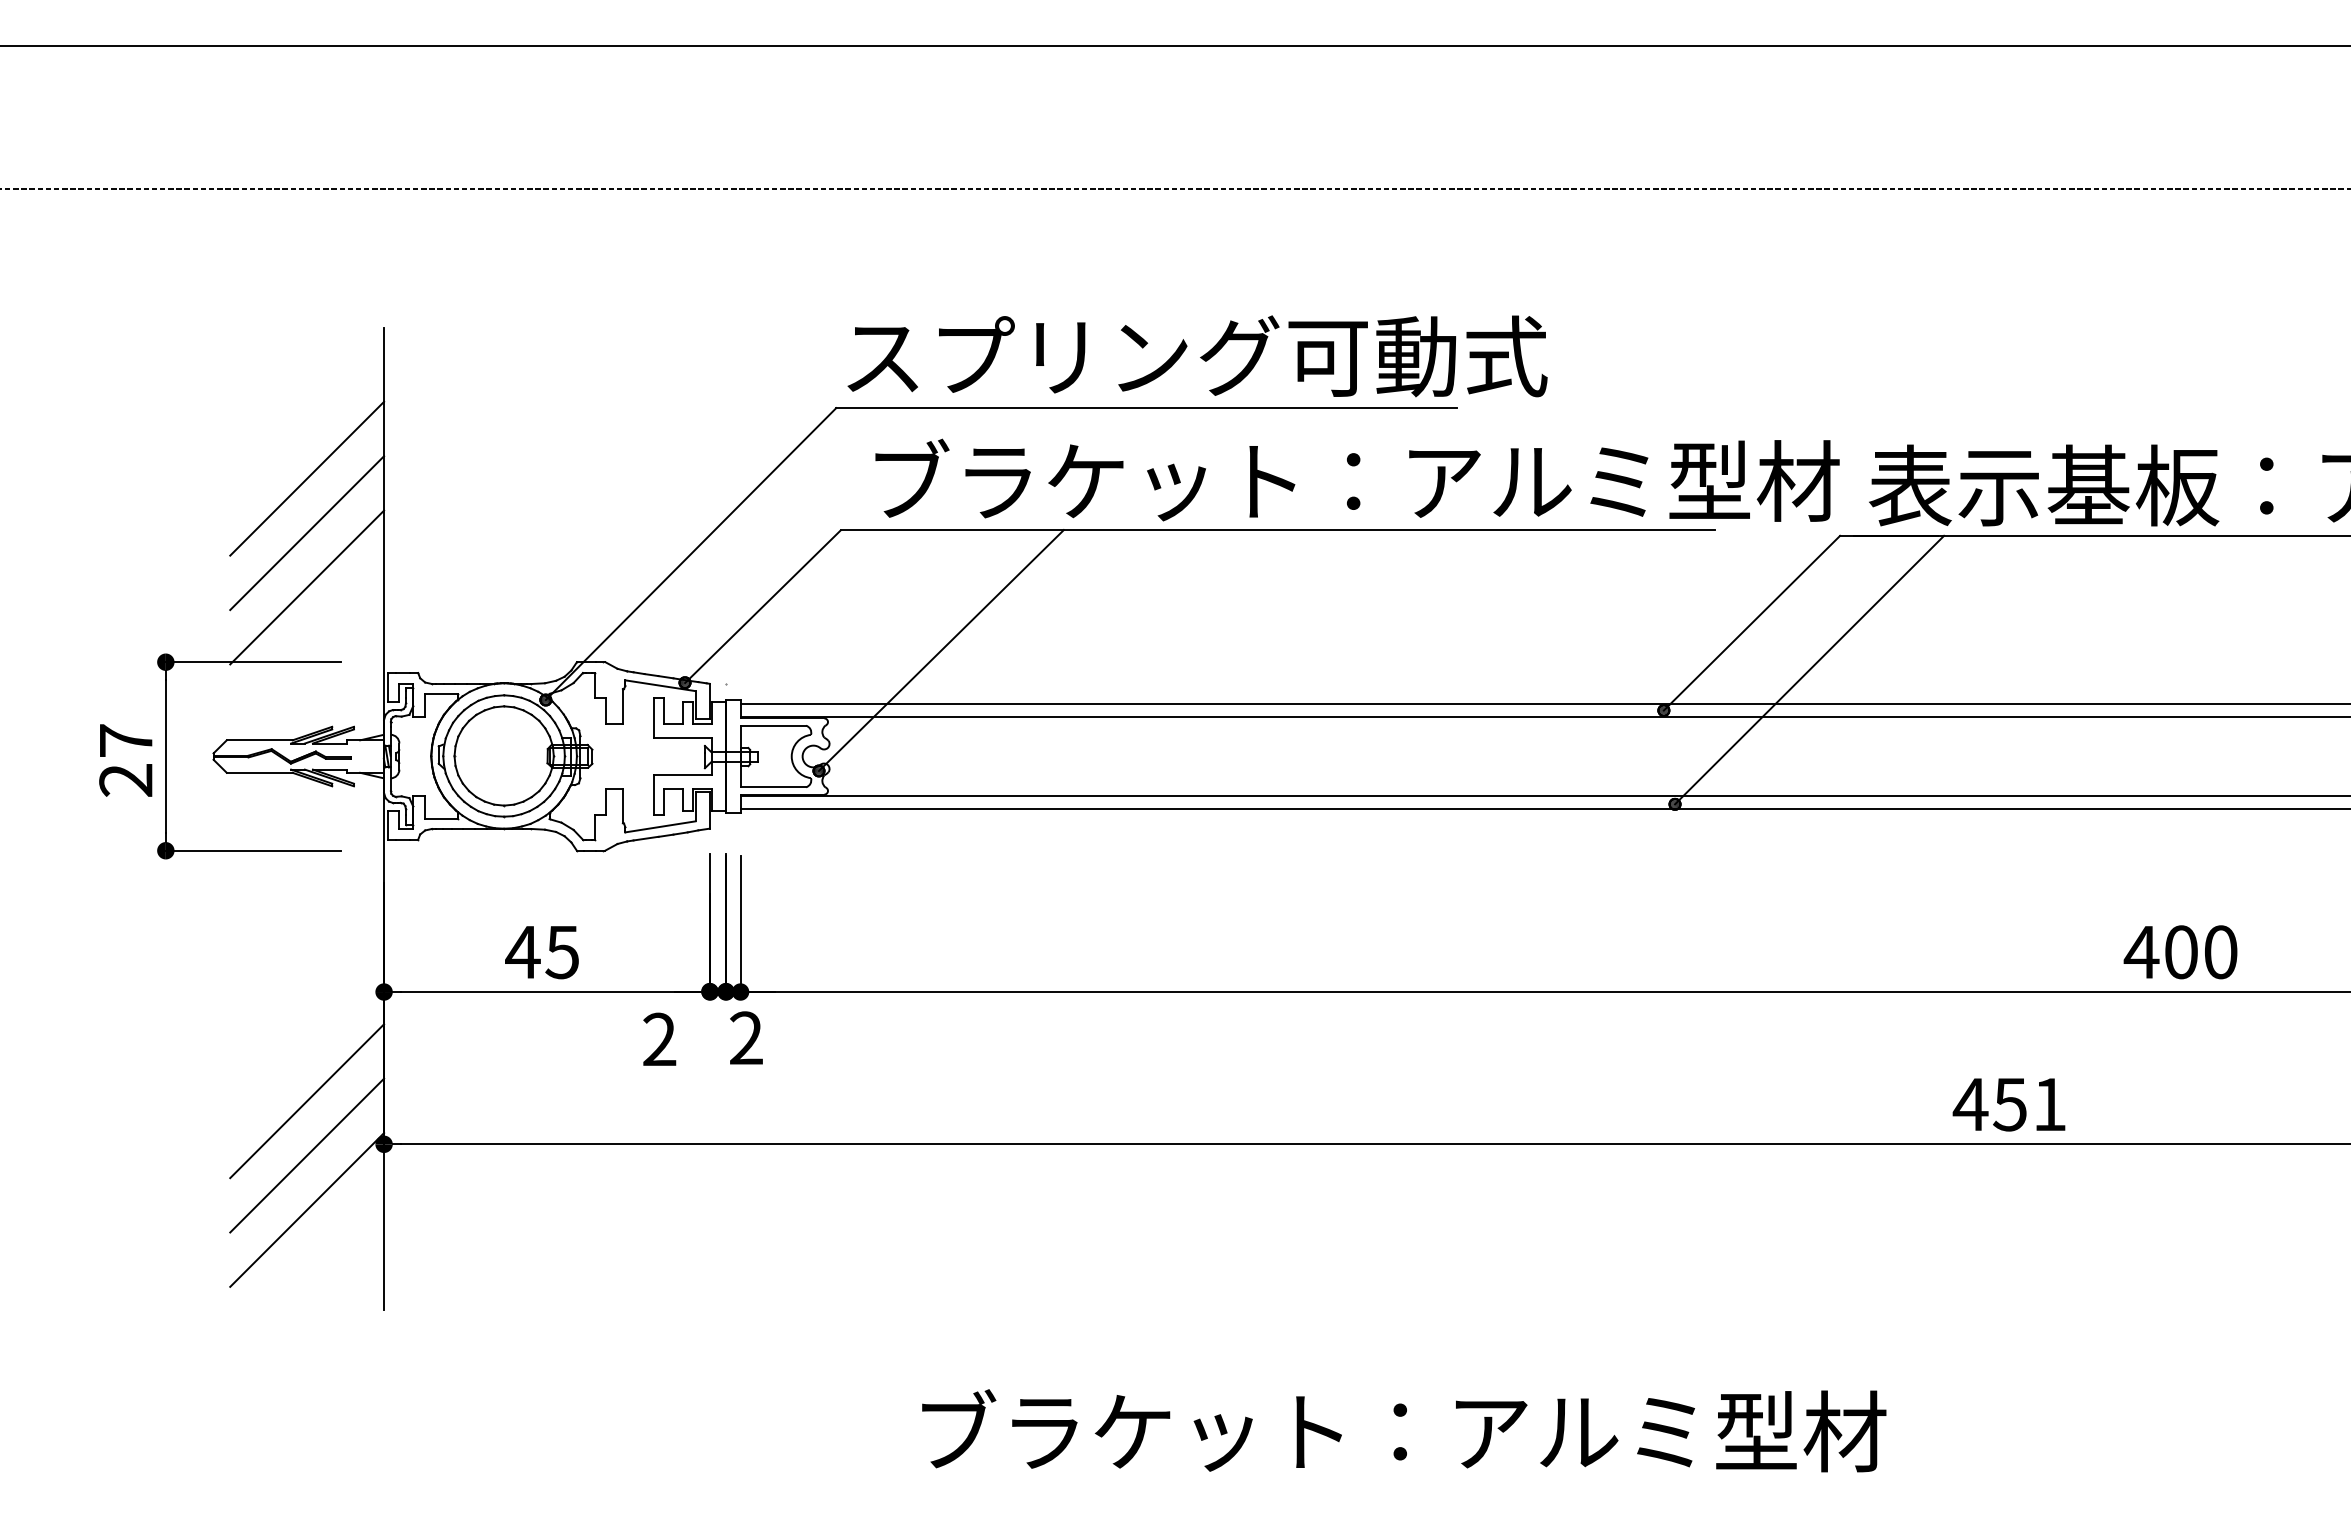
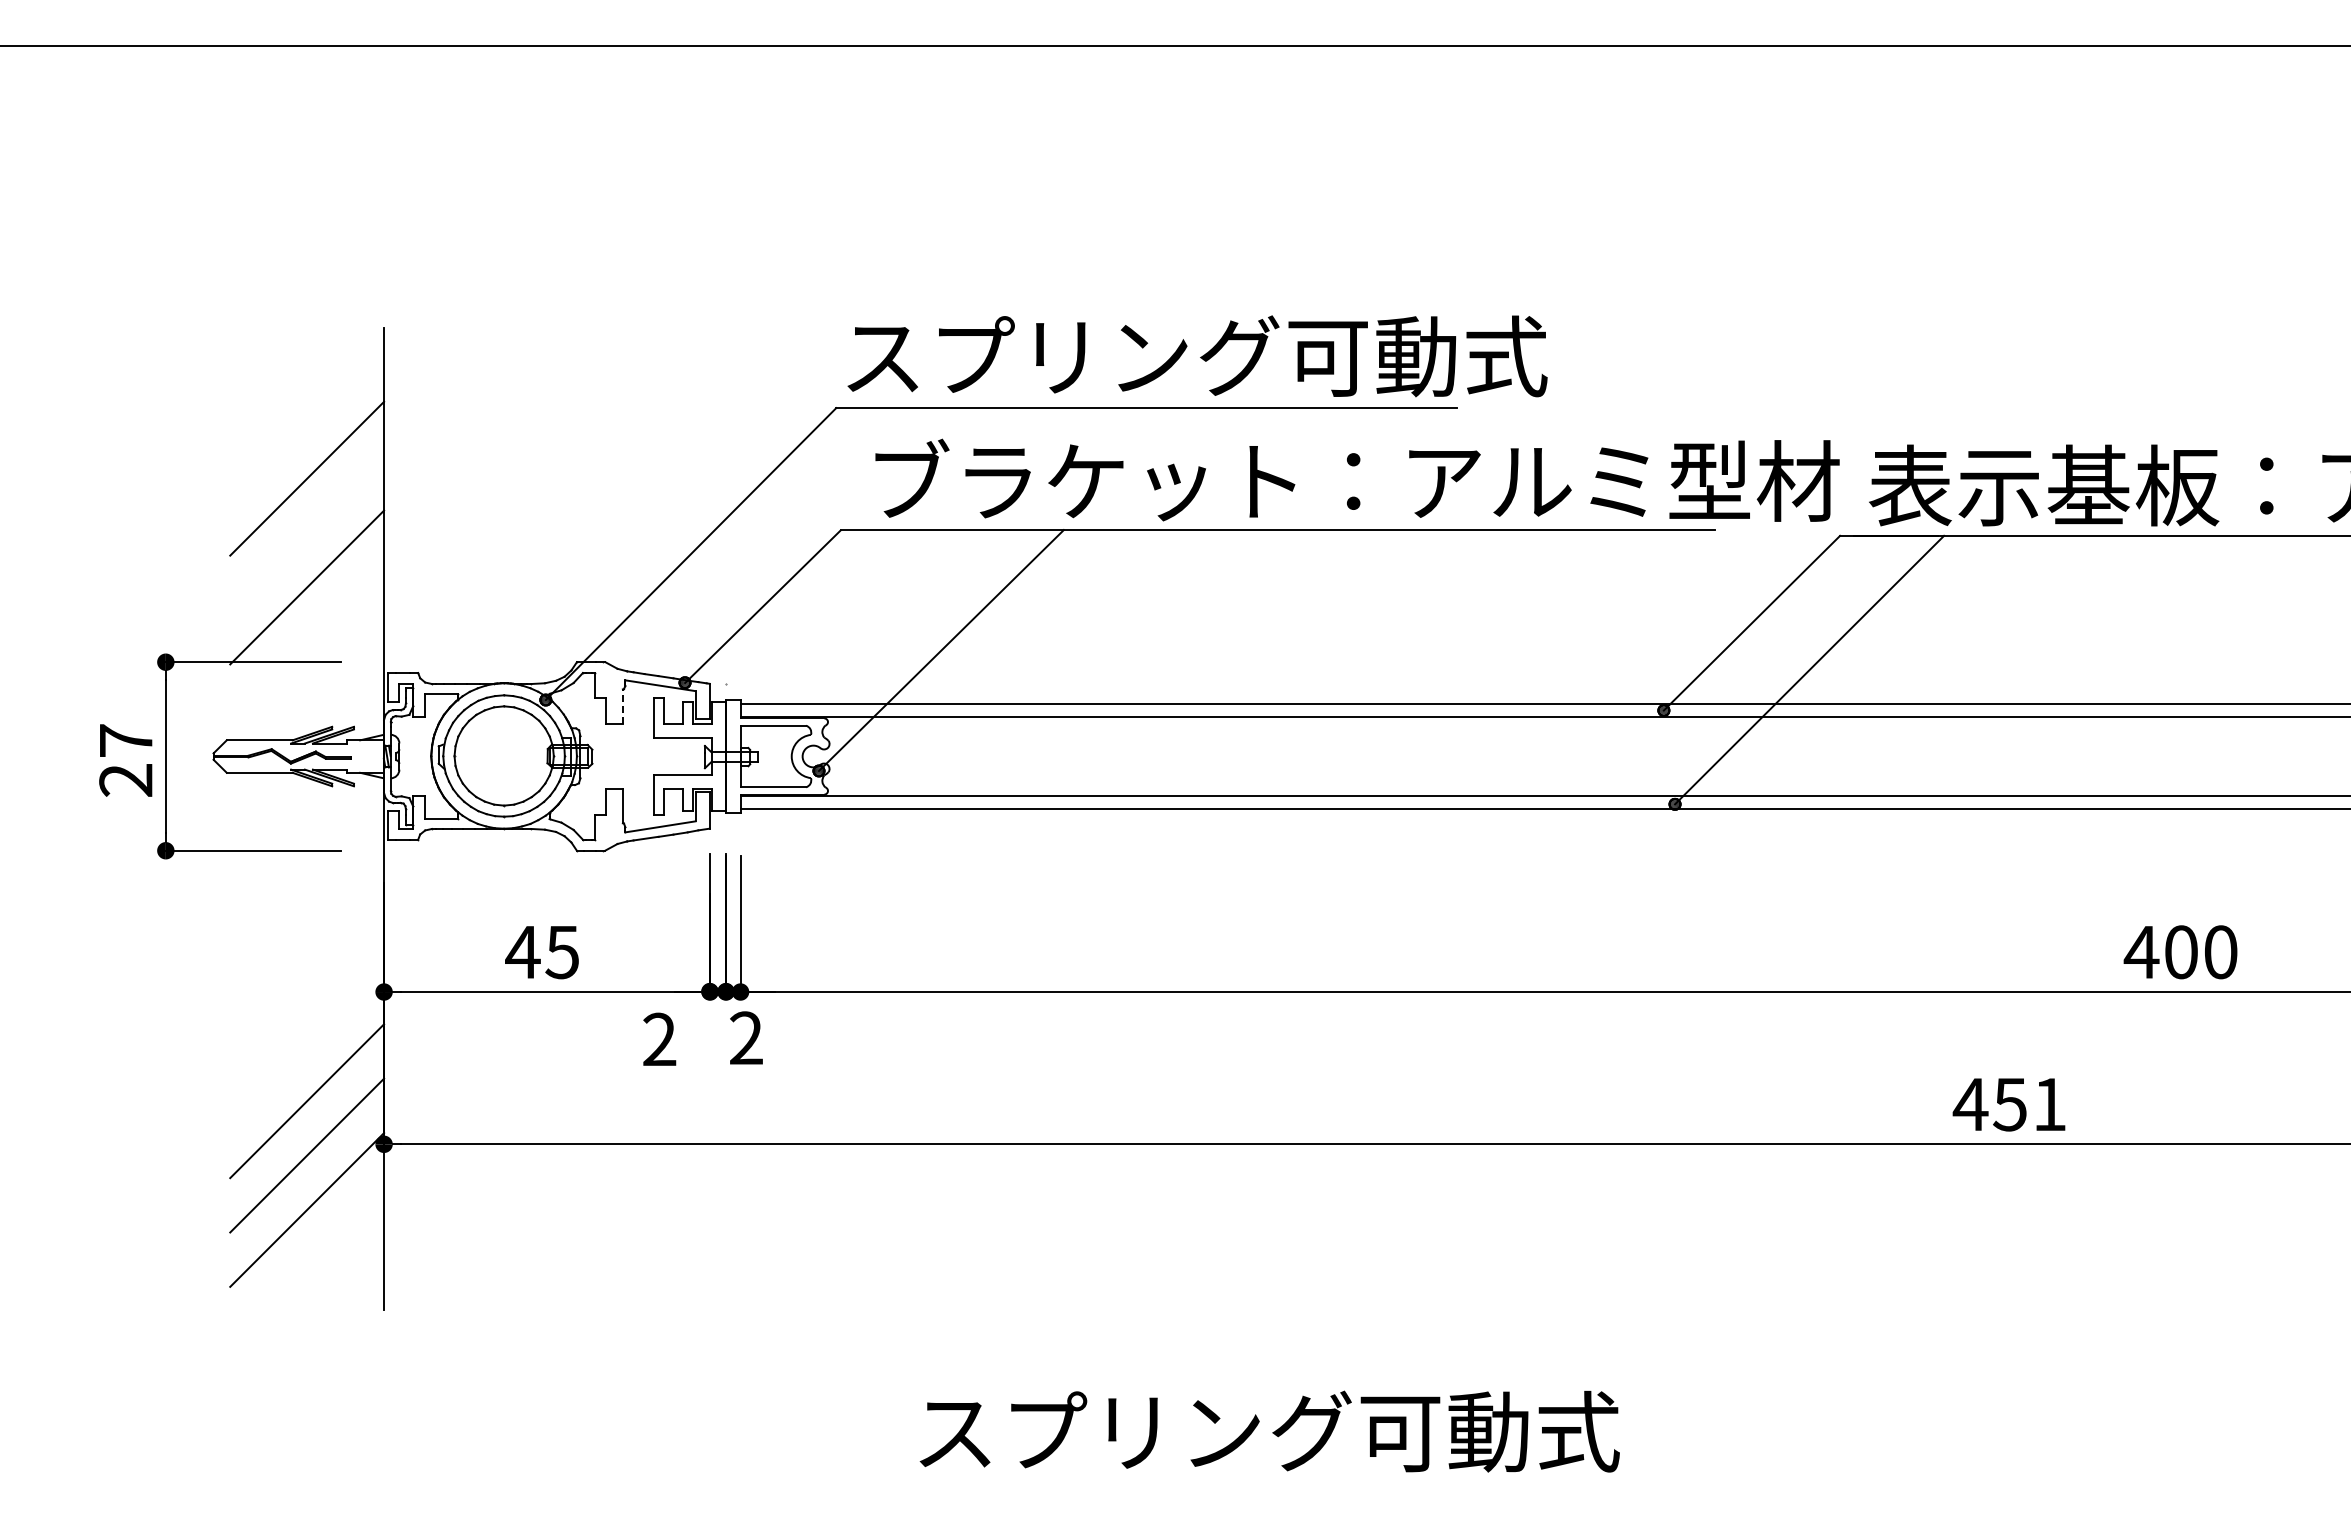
line at (1174, 188): present -> none
line at (307, 533): present -> none
line at (622, 706): solid -> dashed
text at (1402, 1430): ブラケット：アルミ型材 -> スプリング可動式
